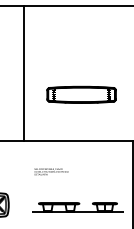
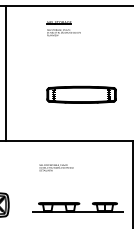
part at (63, 28): none -> present
line at (24, 73) position: (24, 73) -> (6, 73)
text at (51, 171) position: (51, 171) -> (56, 167)
